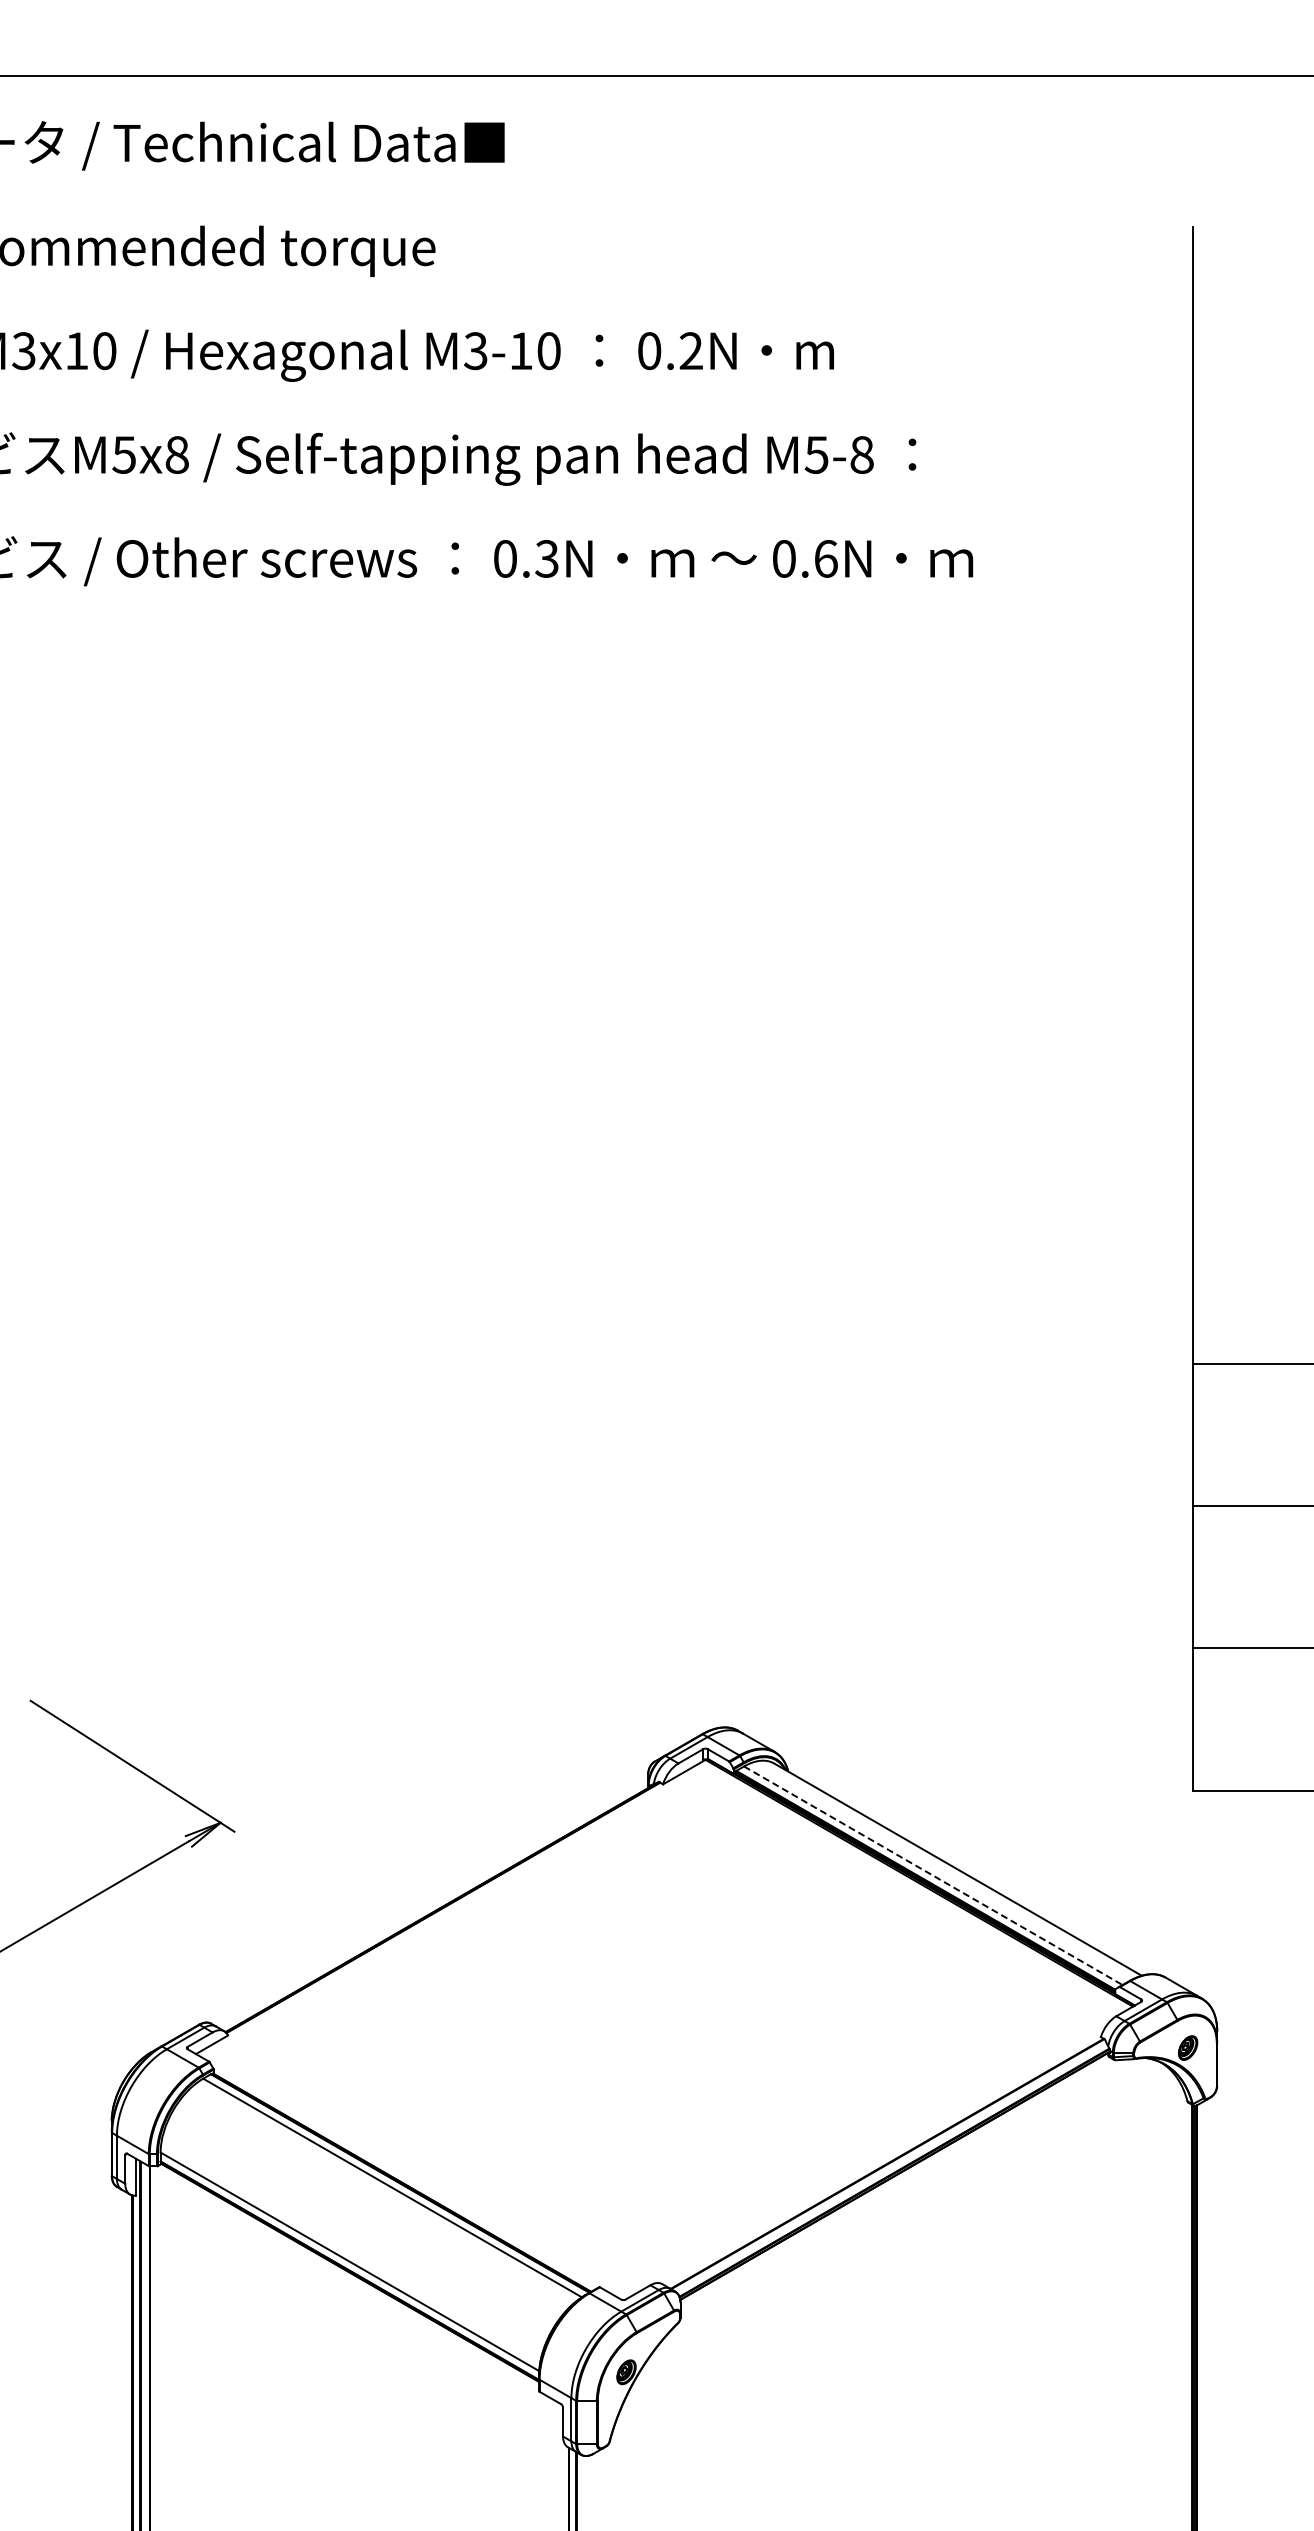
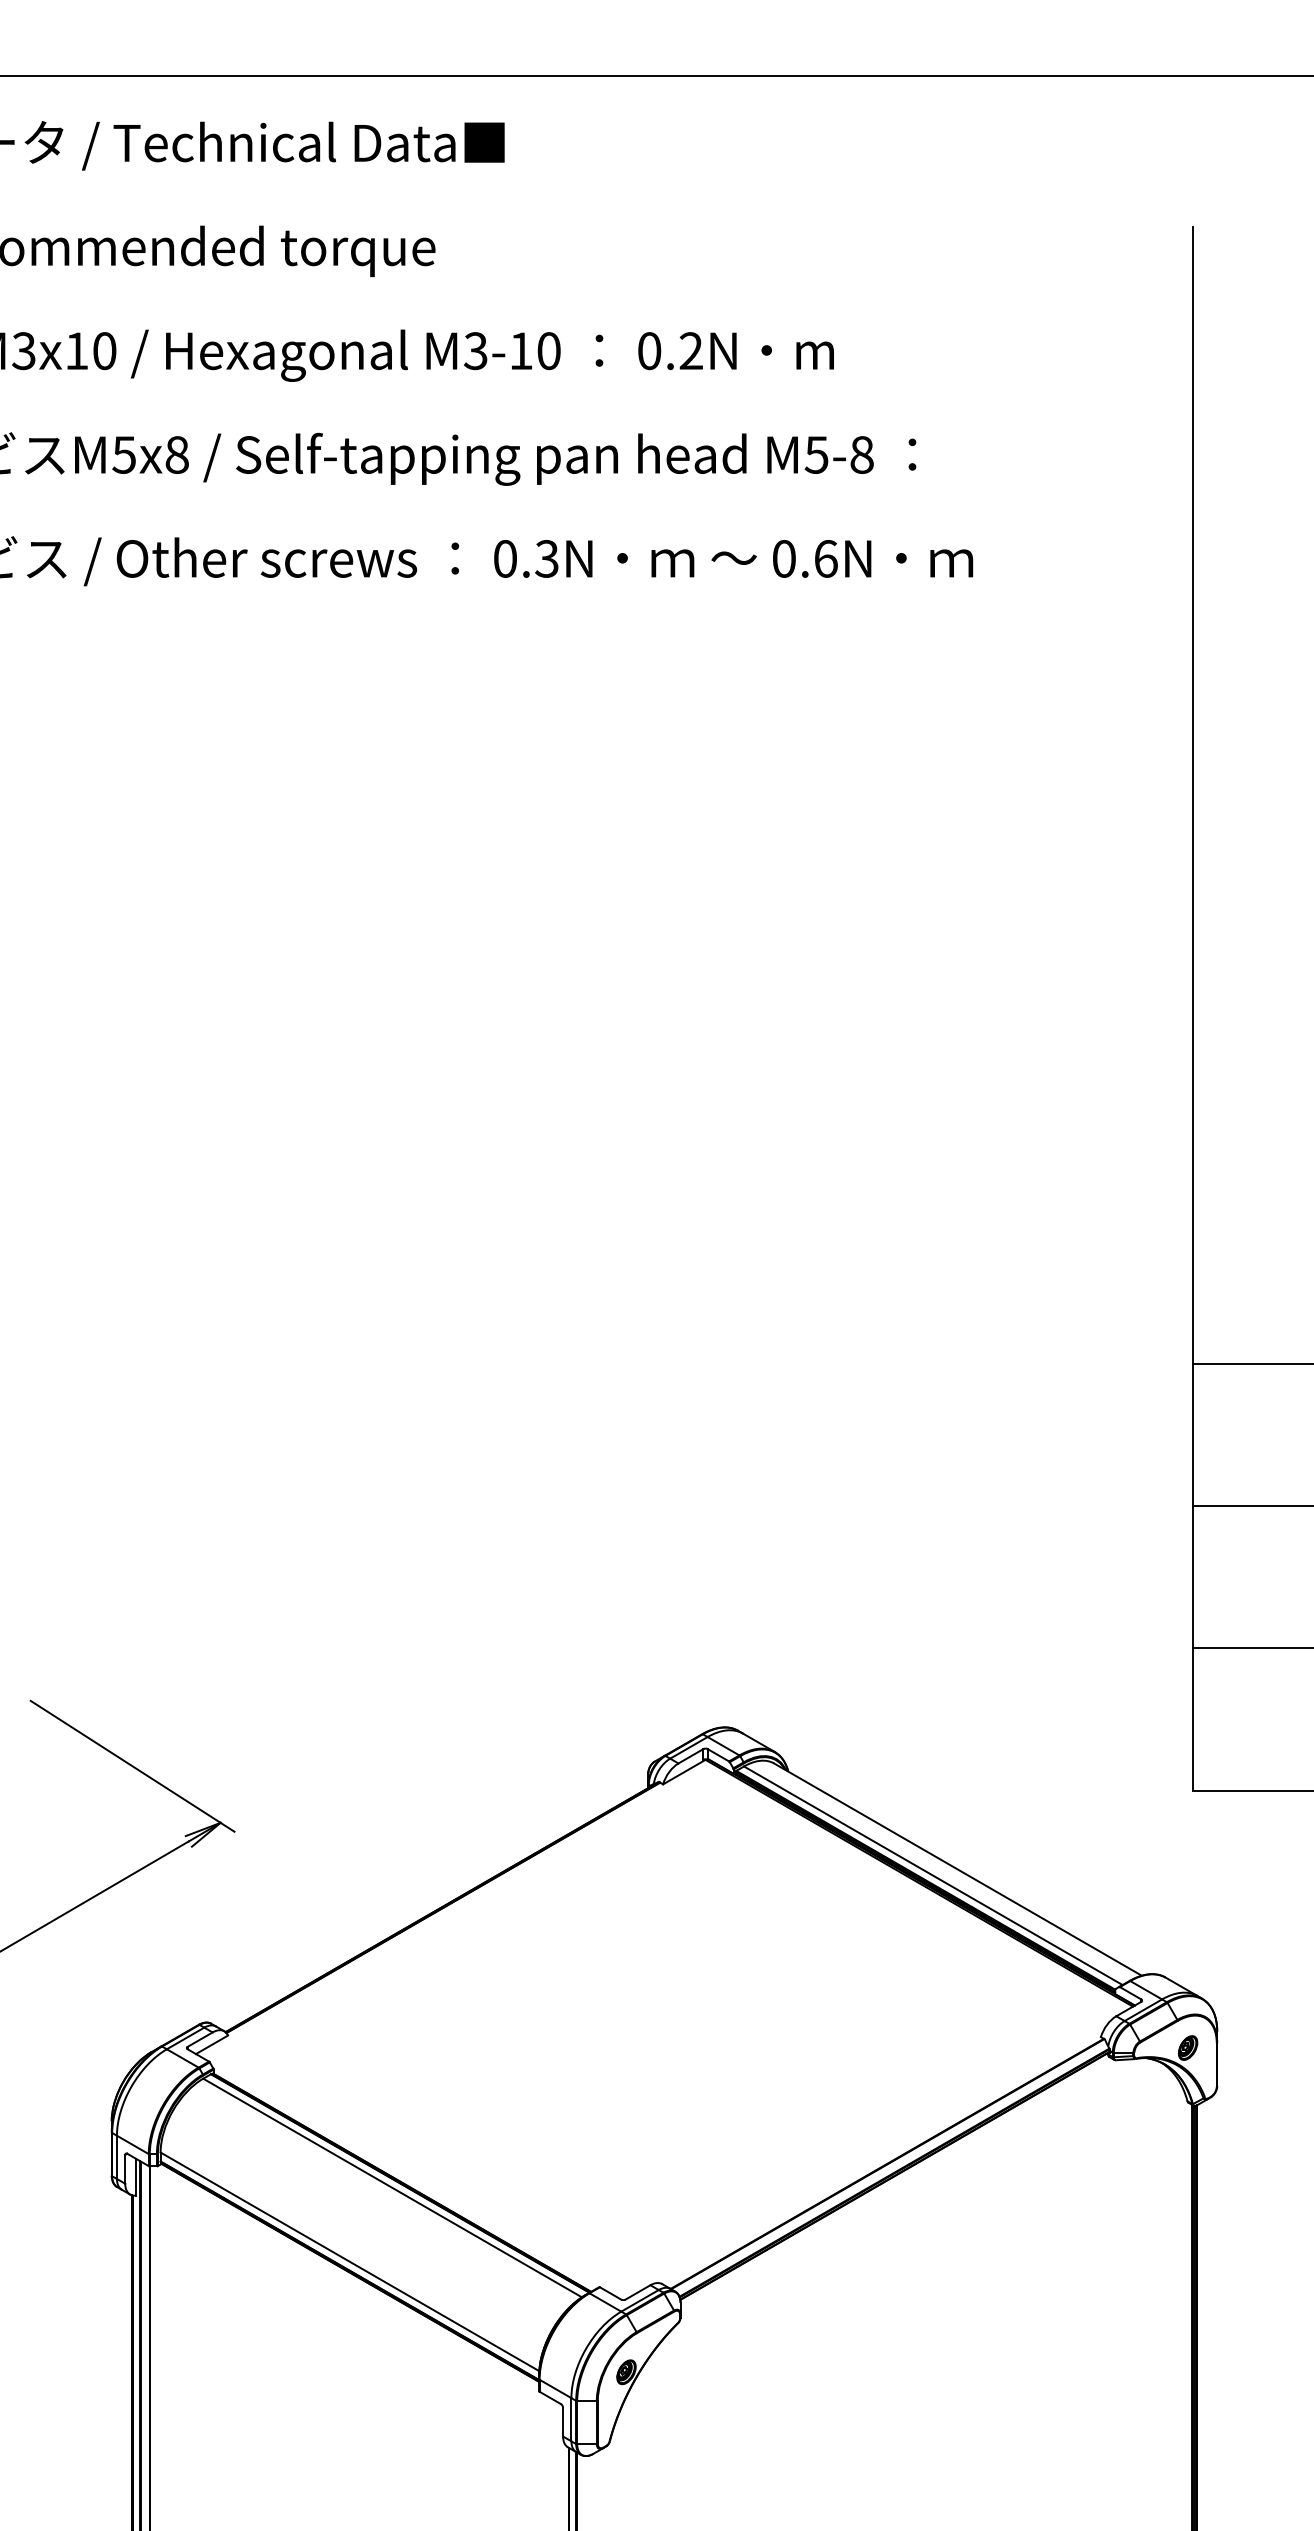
line at (933, 1875): dashed -> solid
